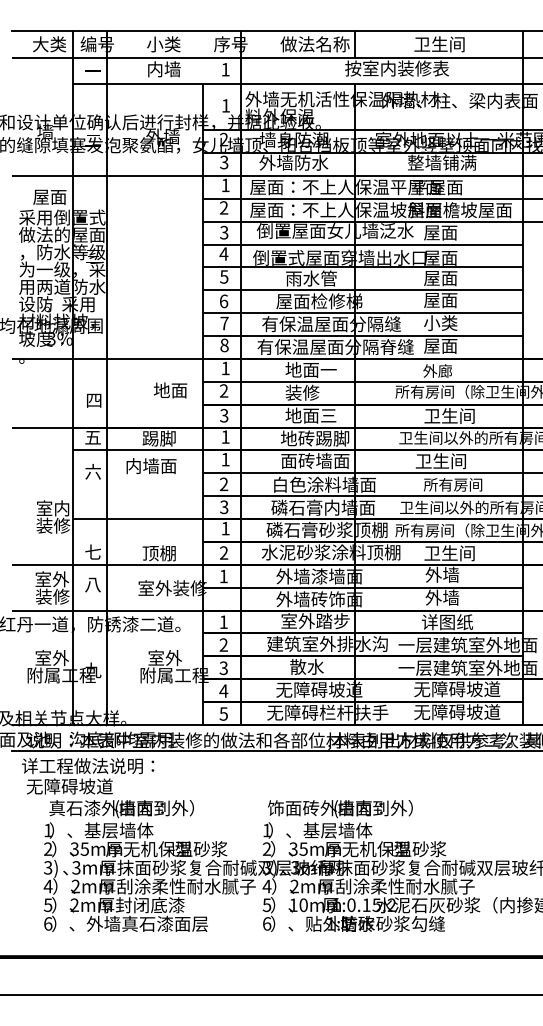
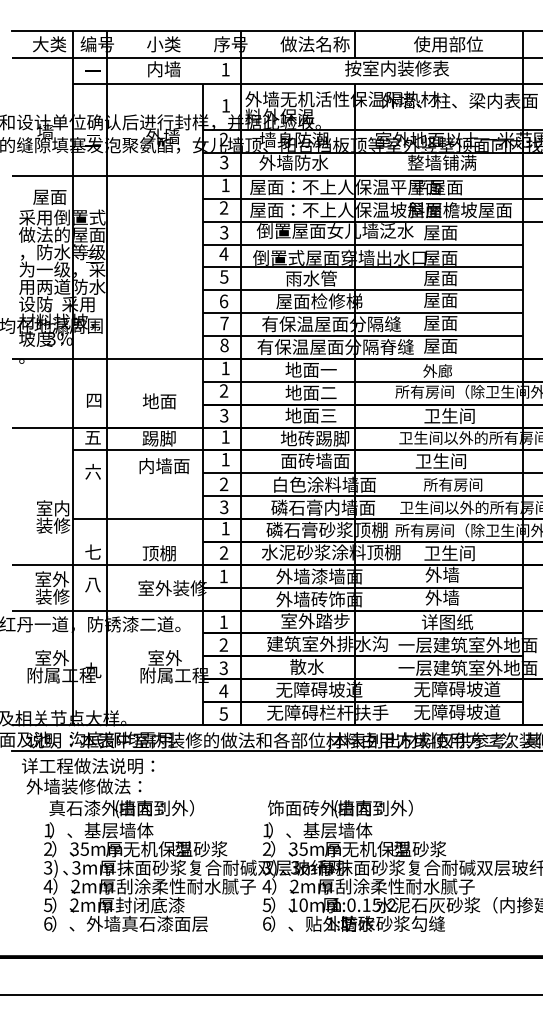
text at (448, 44): 卫生间 -> 使用部位
text at (440, 323): 小类 -> 屋面
text at (170, 390) position: (170, 390) -> (159, 401)
text at (310, 392): 装修 -> 地面二
text at (151, 466) position: (151, 466) -> (164, 466)
text at (83, 786): 无障碍坡道 -> 外墙装修做法：
